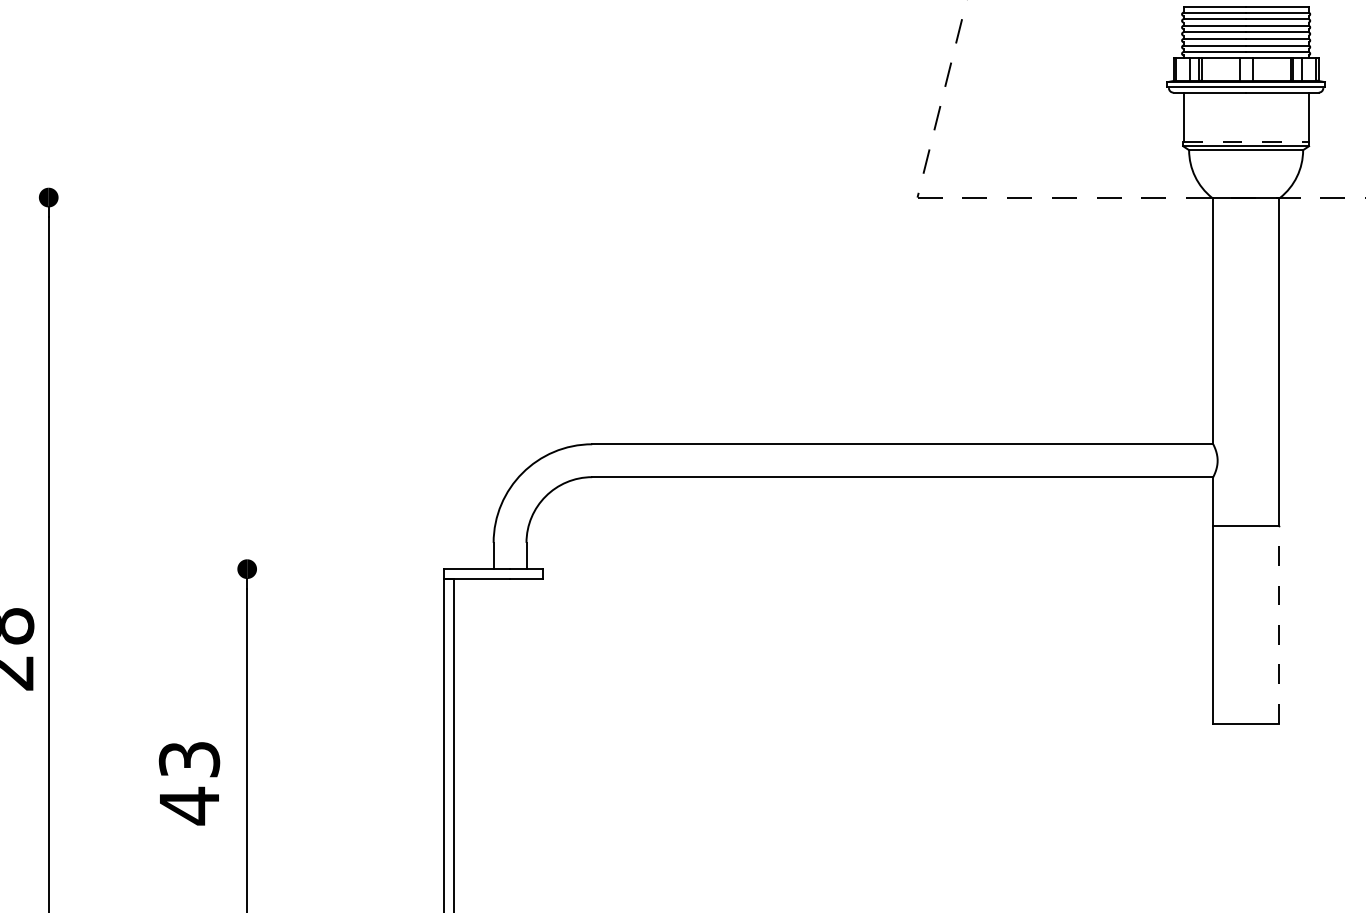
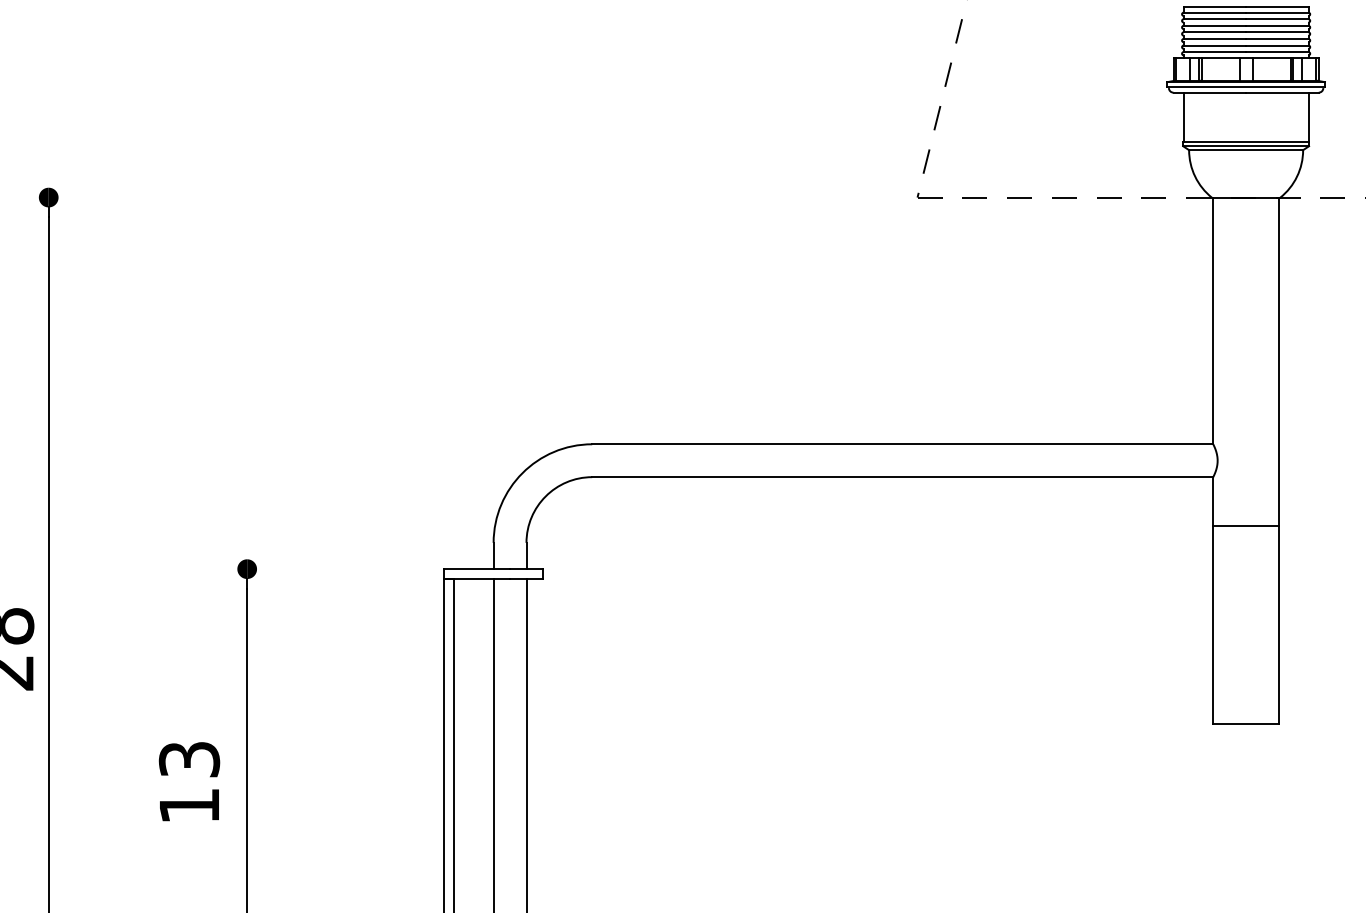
line at (1246, 141): dashed -> solid
line at (1278, 625): dashed -> solid
line at (493, 744): none -> present
line at (526, 744): none -> present
text at (189, 805): 43 -> 13
